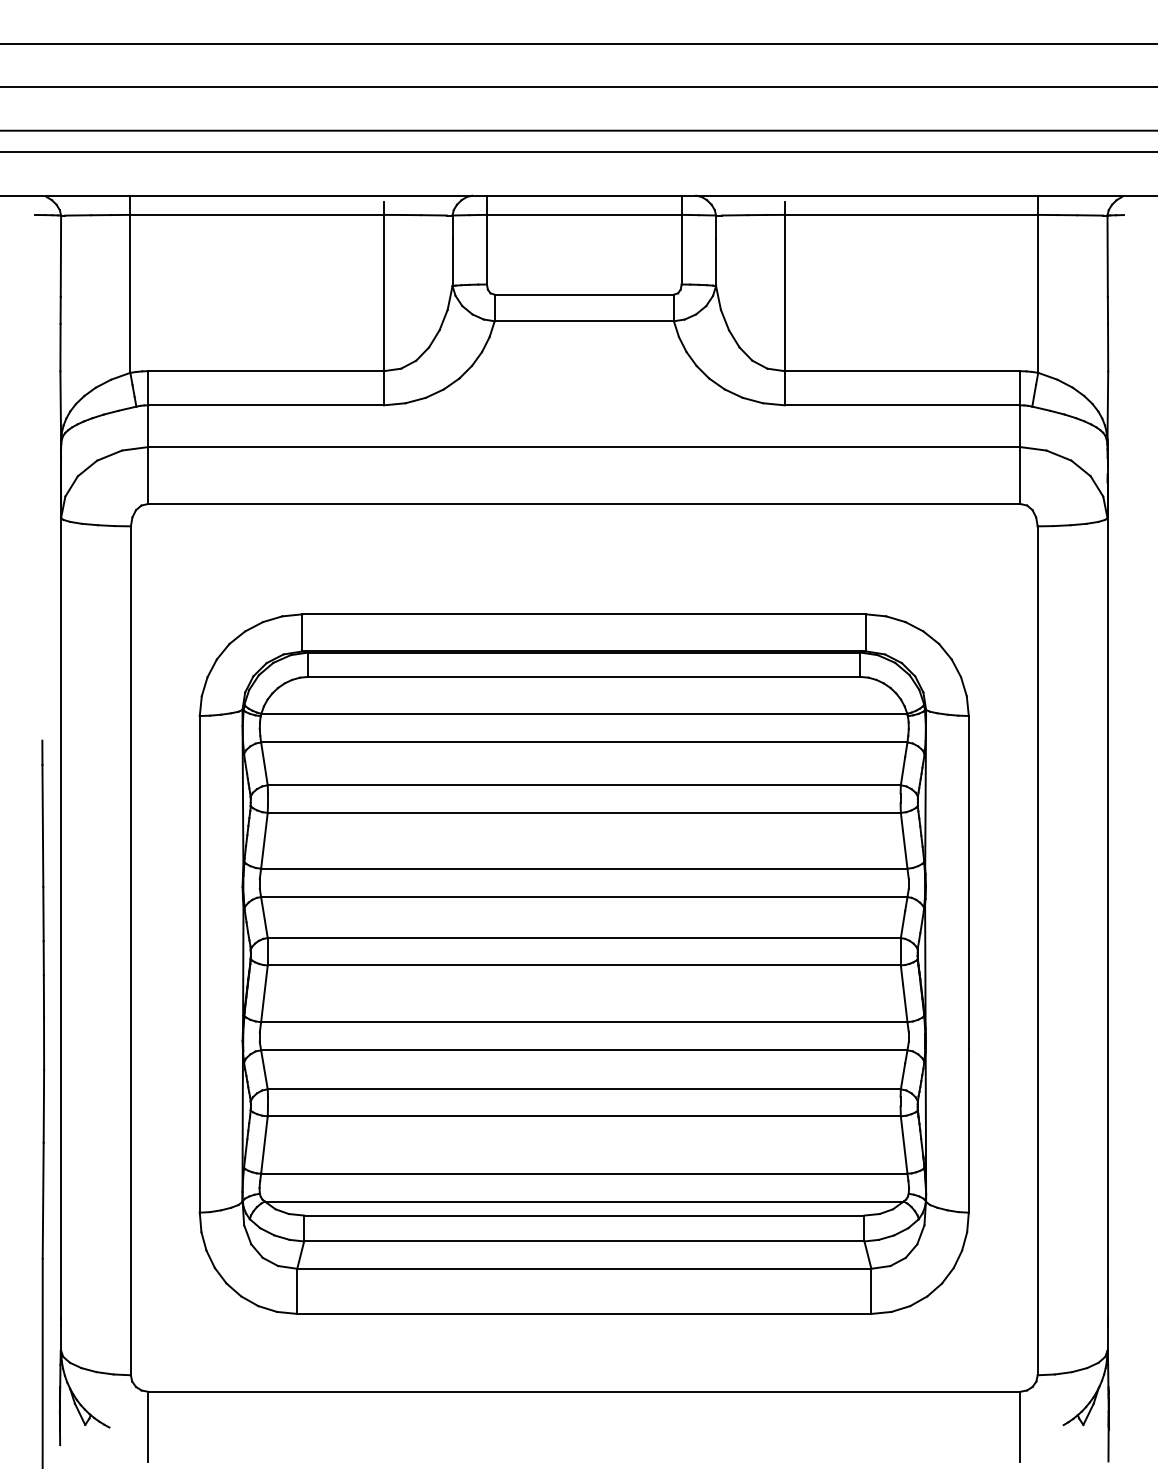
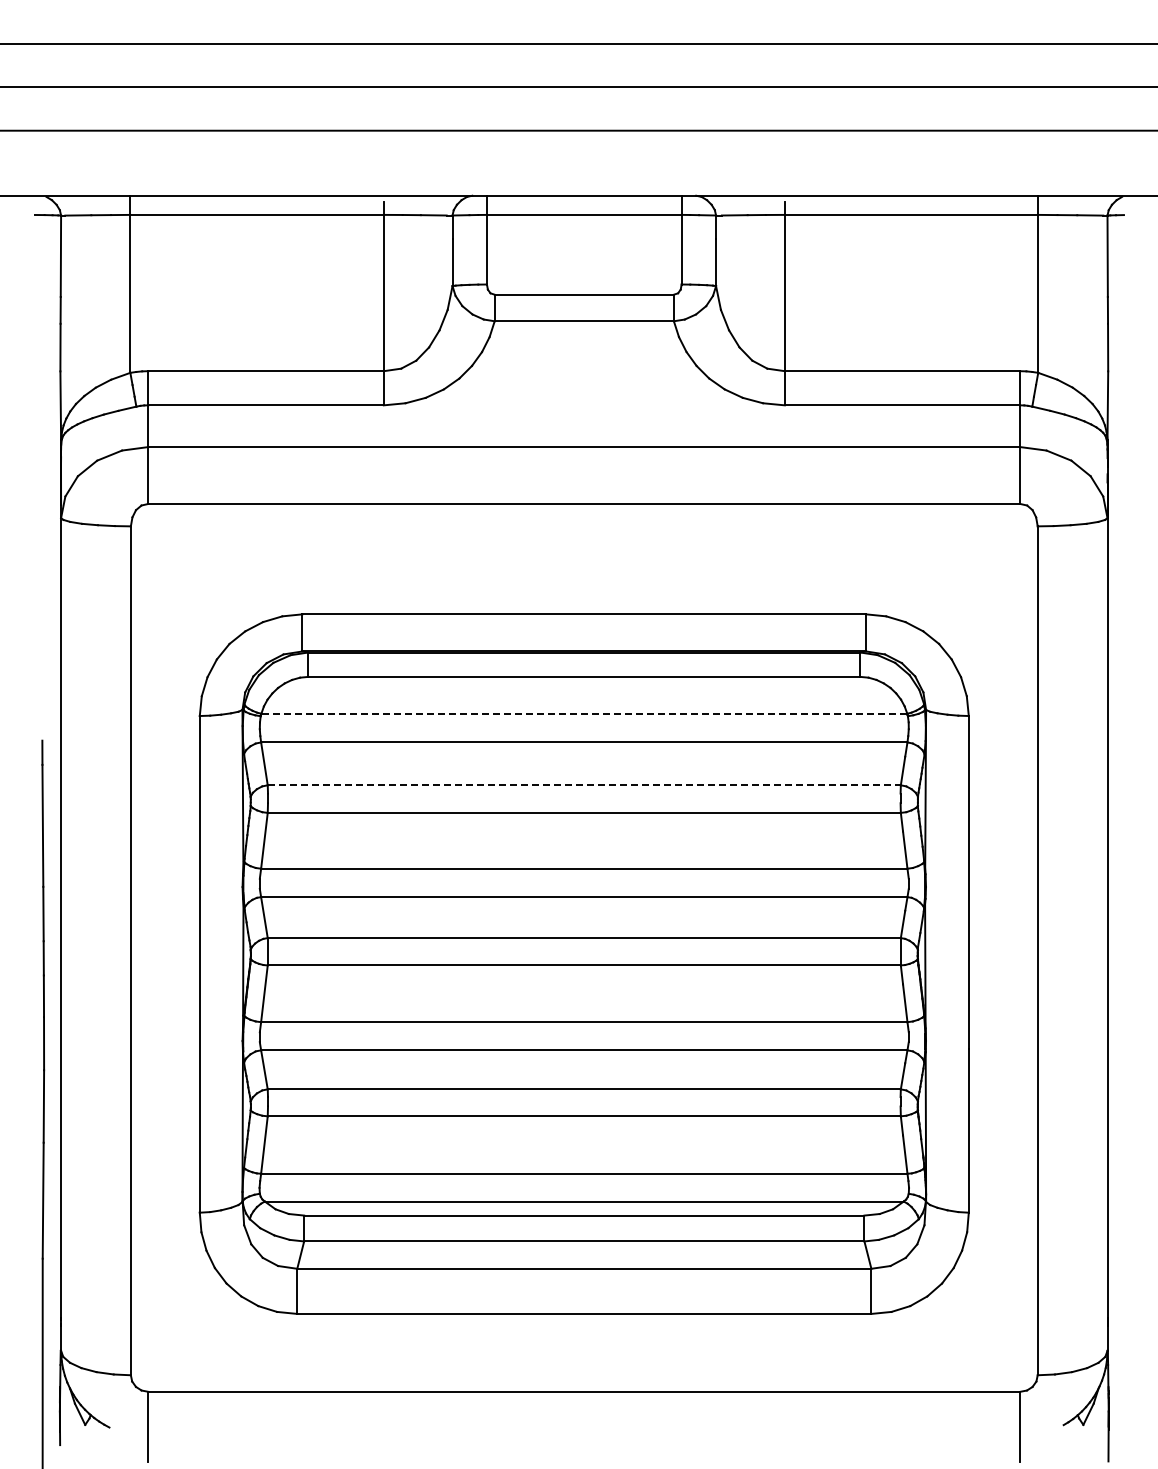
line at (578, 152): present -> none
line at (584, 713): solid -> dashed
line at (584, 785): solid -> dashed
